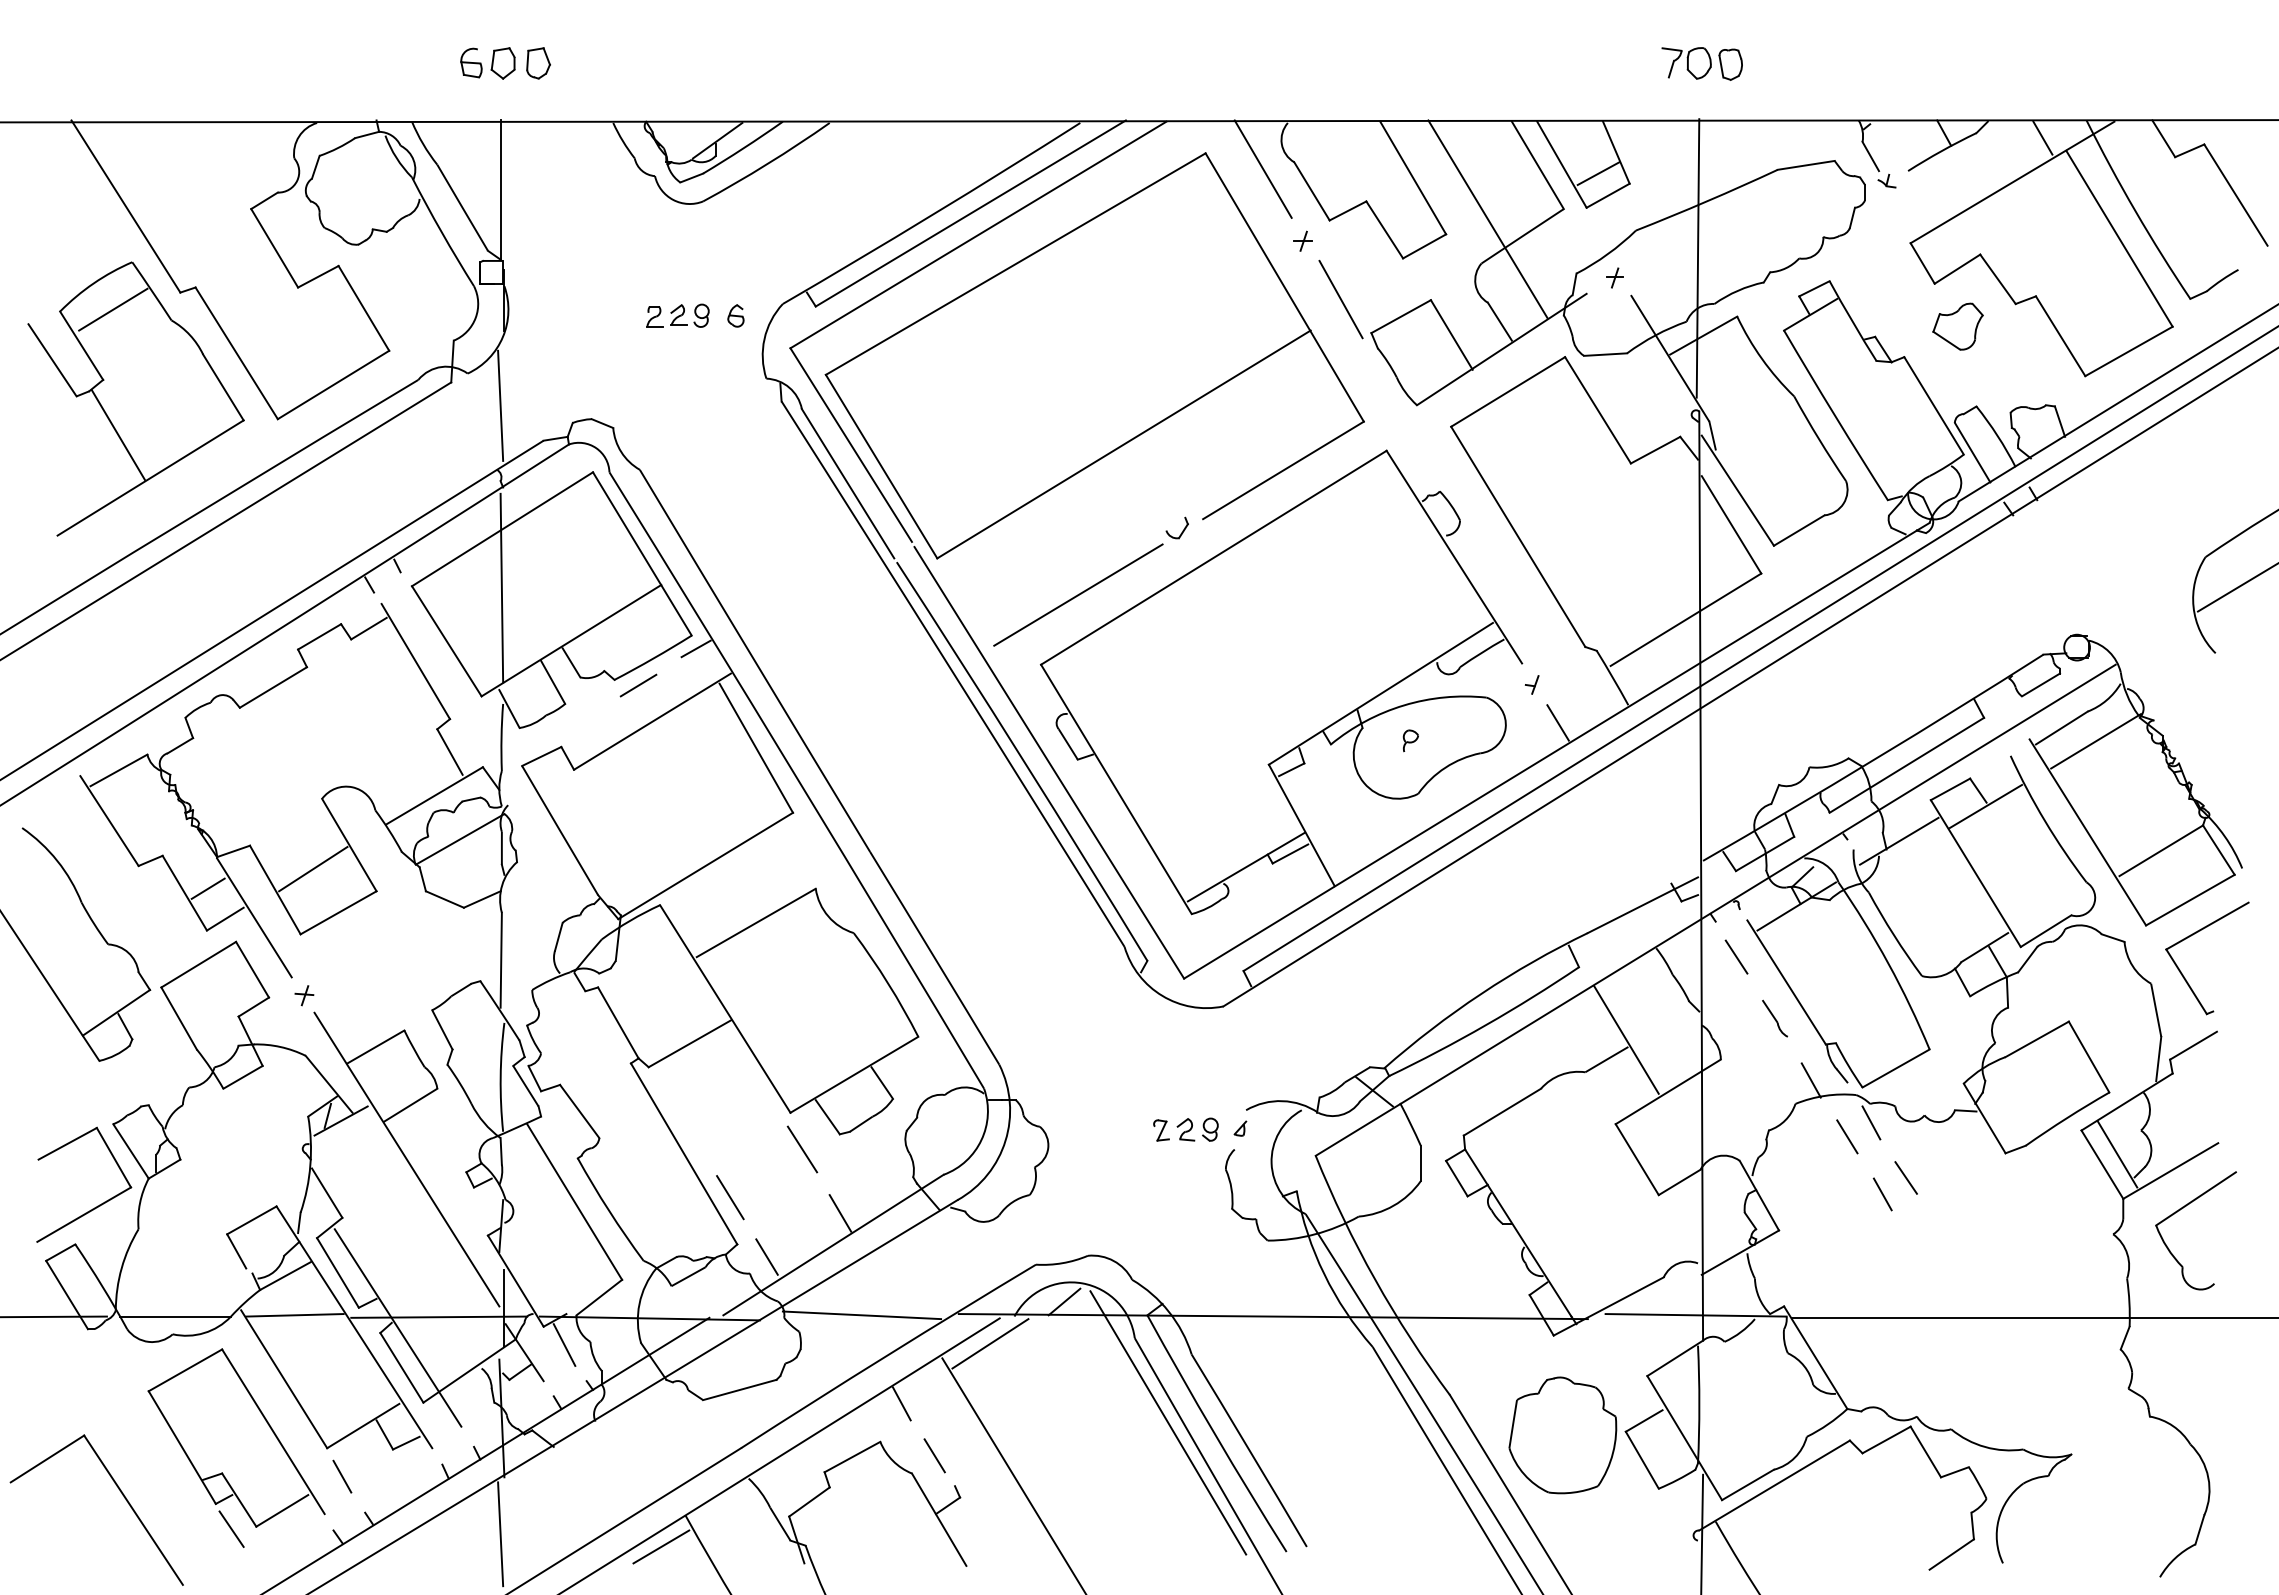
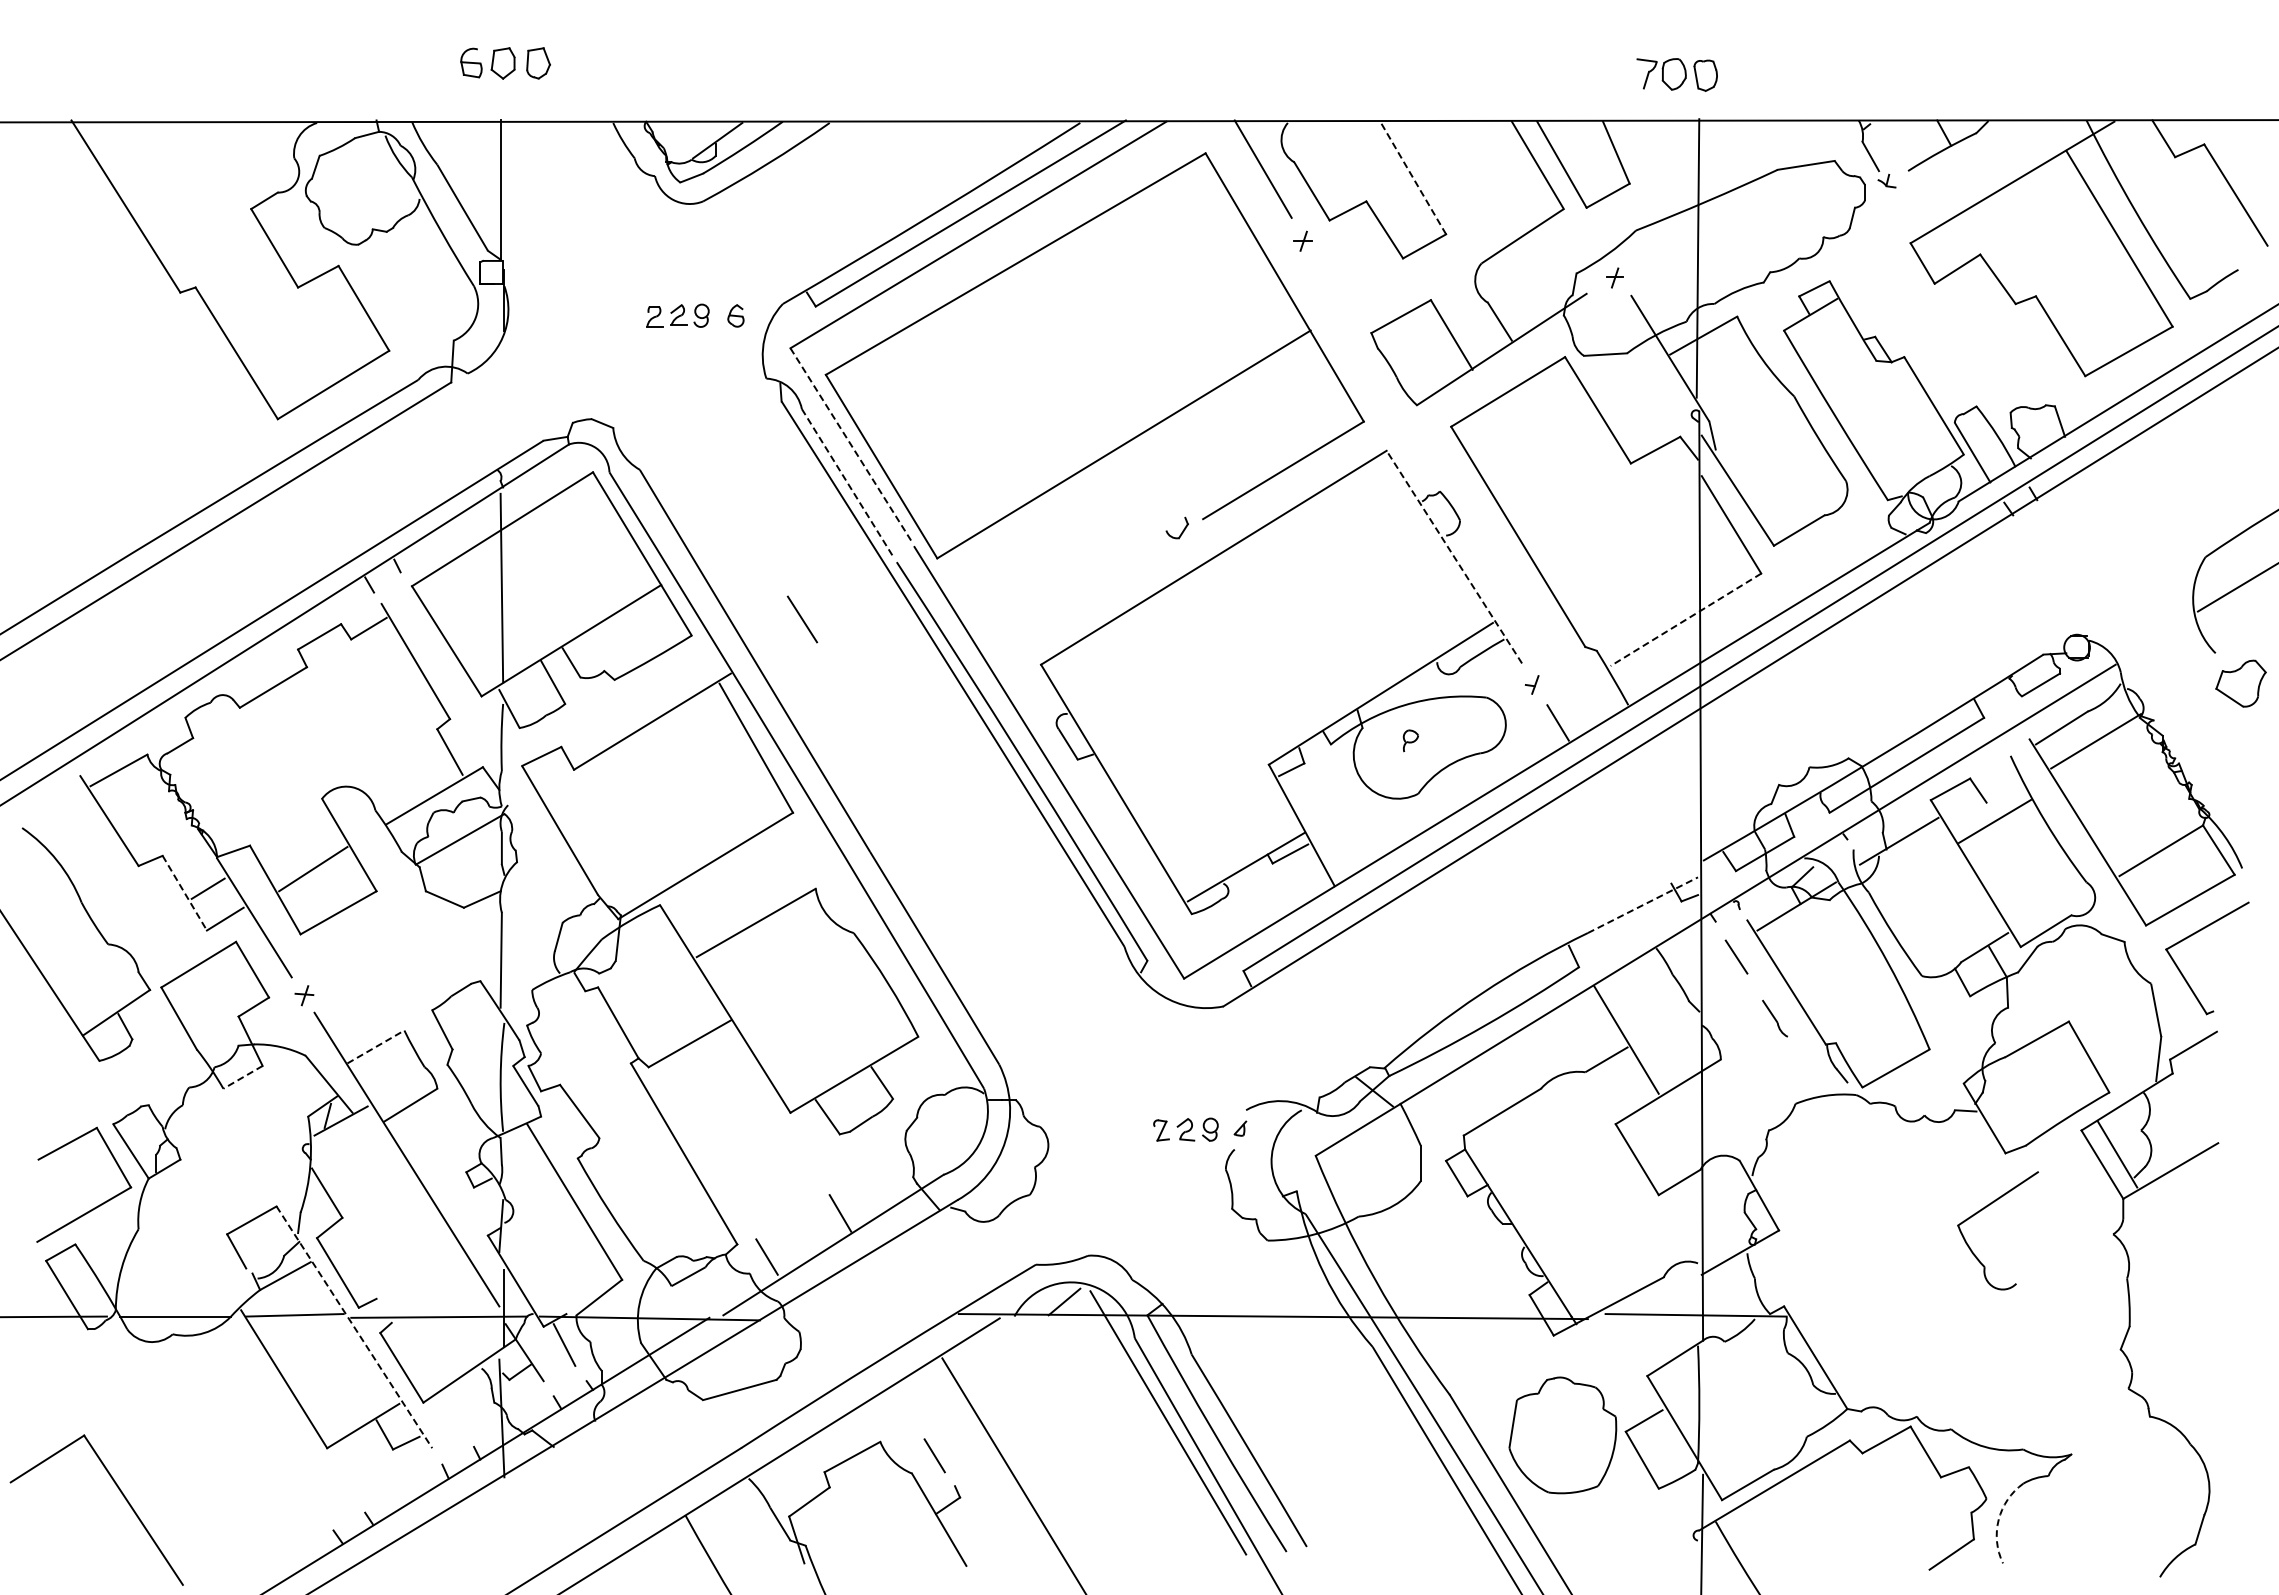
part at (1701, 63) position: (1701, 63) -> (1676, 74)
line at (2042, 137): present -> none
line at (1598, 173): present -> none
line at (1412, 177): solid -> dashed
line at (1487, 218): present -> none
line at (1340, 299): present -> none
part at (1957, 326) position: (1957, 326) -> (2240, 683)
part at (135, 398): present -> none
line at (500, 405): present -> none
line at (851, 445): solid -> dashed
line at (848, 483): solid -> dashed
line at (1454, 556): solid -> dashed
line at (1078, 594): present -> none
line at (1685, 620): solid -> dashed
line at (695, 648): present -> none
line at (638, 685): present -> none
line at (1985, 806) position: (1985, 806) -> (1994, 821)
line at (185, 893): solid -> dashed
line at (1642, 905): solid -> dashed
line at (375, 1046): solid -> dashed
line at (243, 1077): solid -> dashed
line at (1810, 1080): present -> none
line at (1871, 1122): present -> none
line at (1847, 1136): present -> none
line at (802, 1149) position: (802, 1149) -> (802, 619)
line at (1905, 1177): present -> none
line at (1882, 1194): present -> none
line at (730, 1197): present -> none
part at (2182, 1209) position: (2182, 1209) -> (1984, 1209)
line at (861, 1315): present -> none
line at (2033, 1317): present -> none
line at (354, 1327): solid -> dashed
line at (397, 1327): present -> none
line at (990, 1343): present -> none
line at (901, 1403): present -> none
part at (222, 1472): present -> none
line at (342, 1476): present -> none
arc at (1998, 1519): solid -> dashed
line at (500, 1534): present -> none
line at (661, 1546): present -> none
